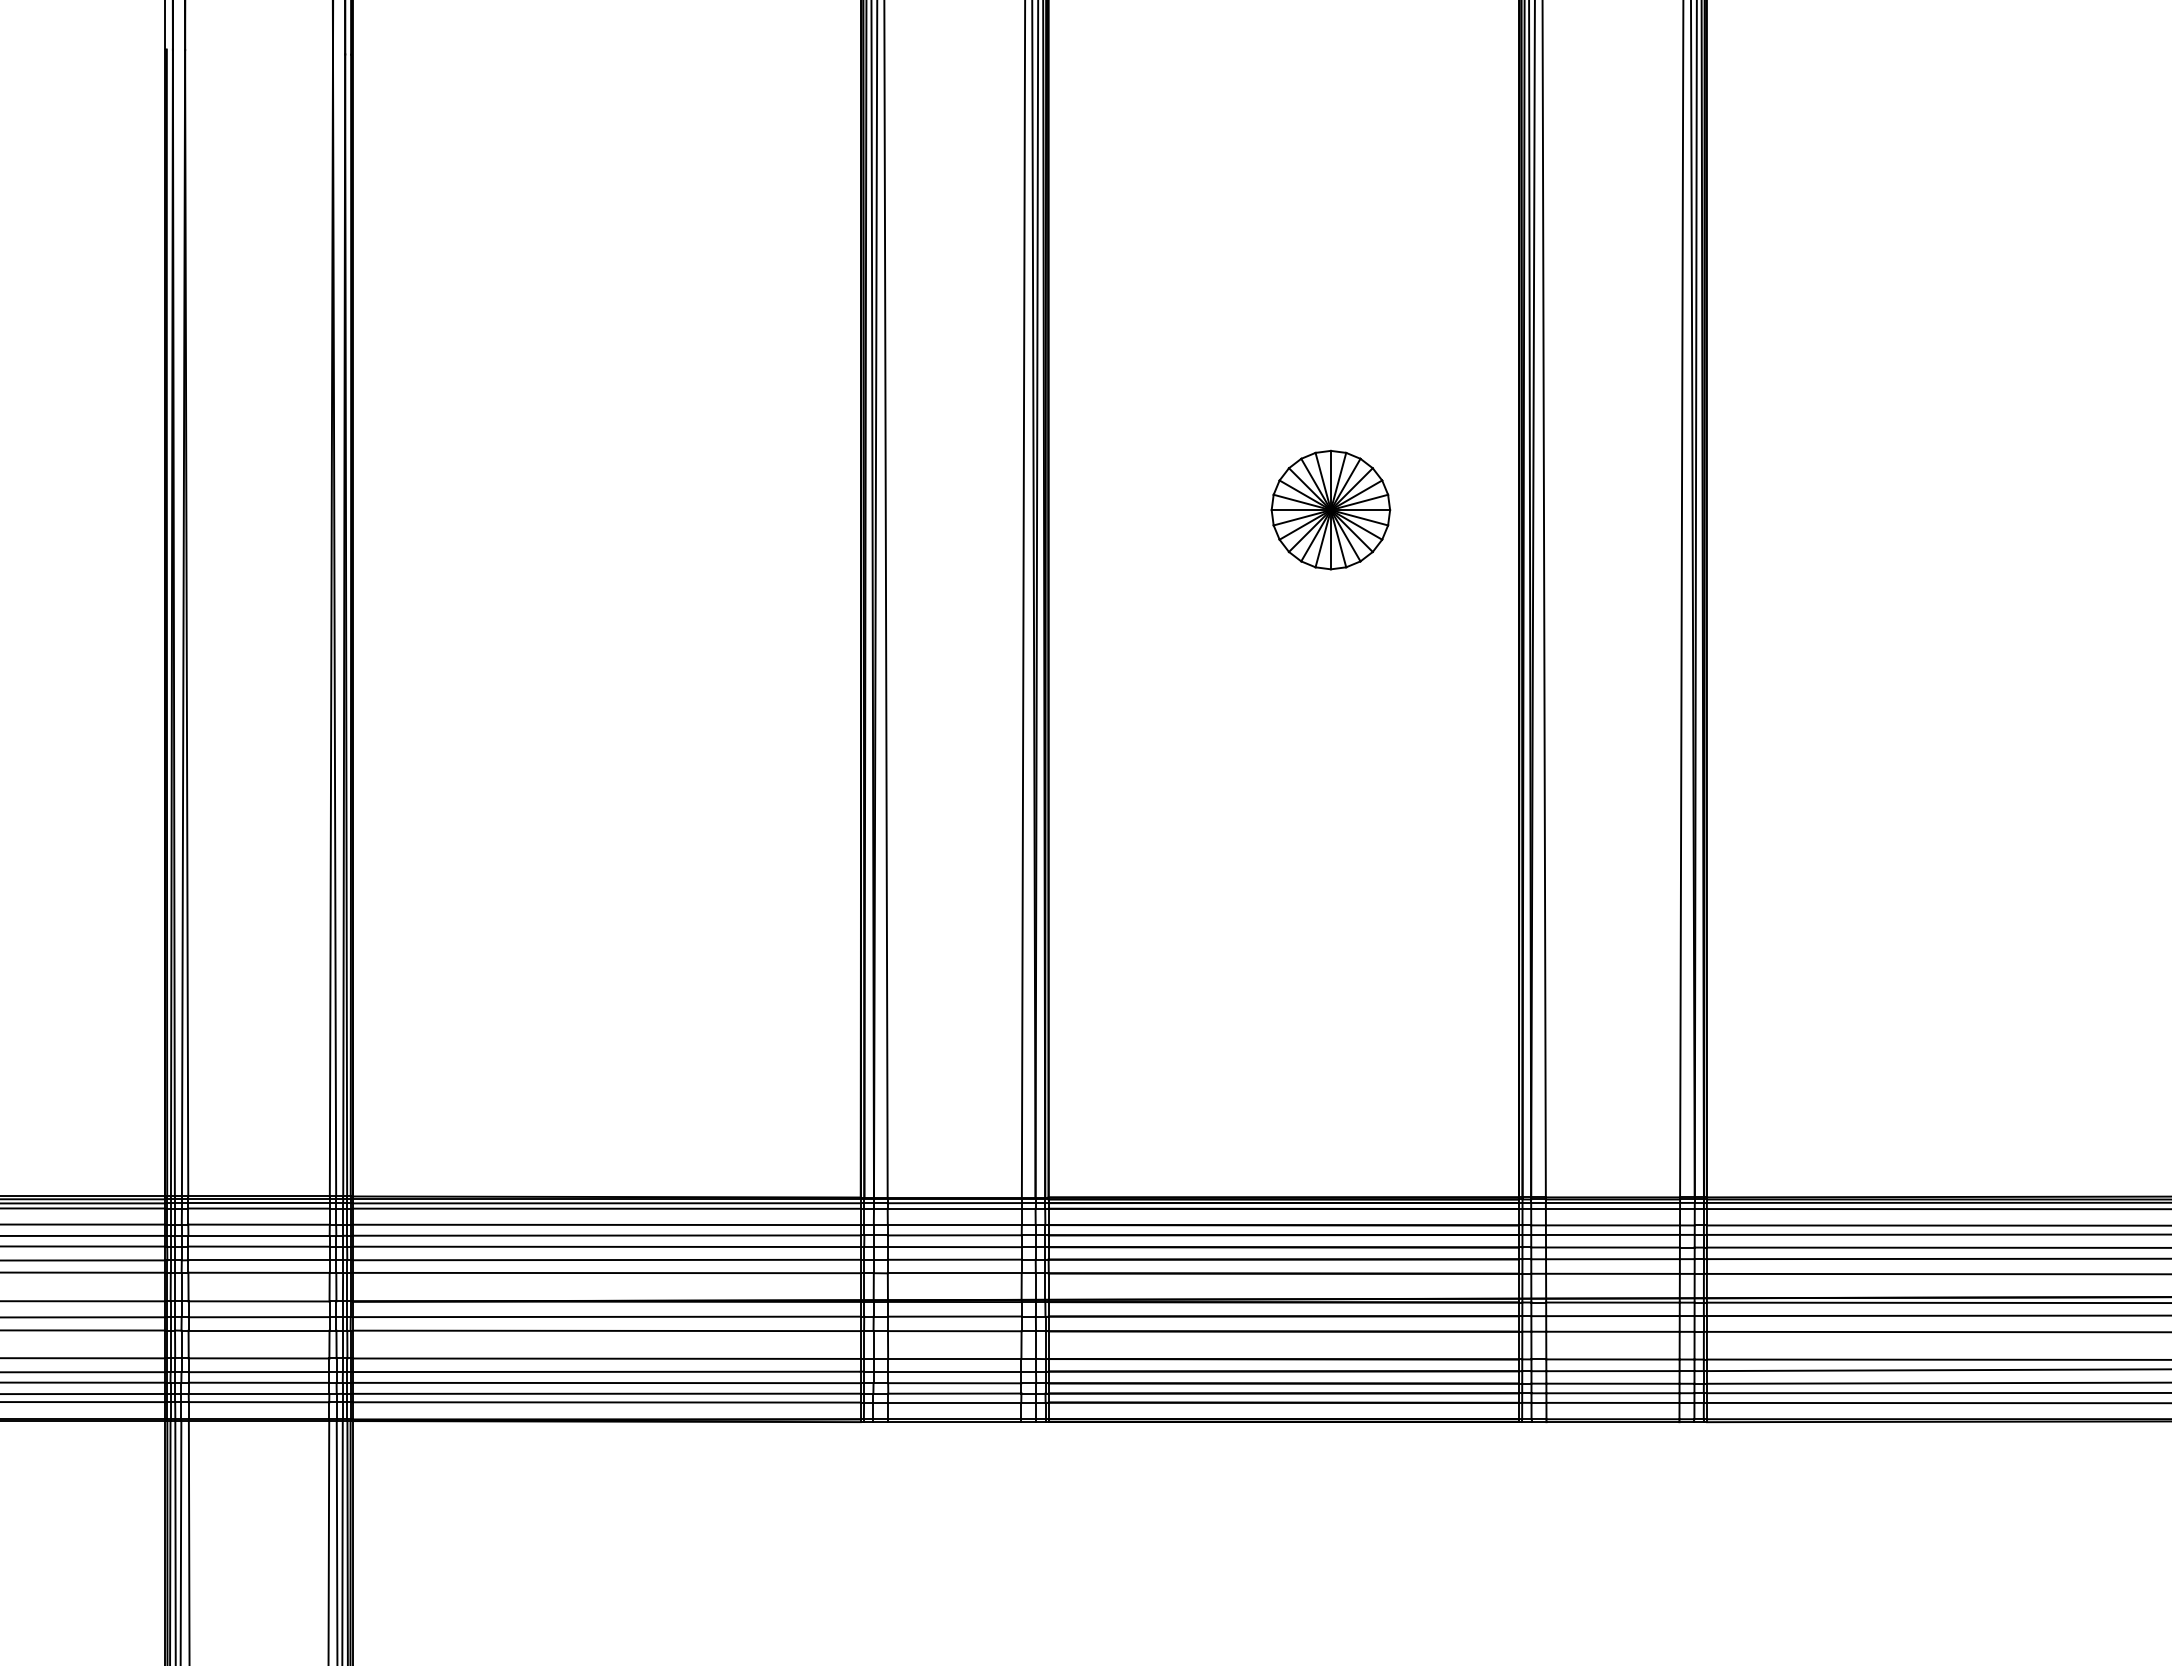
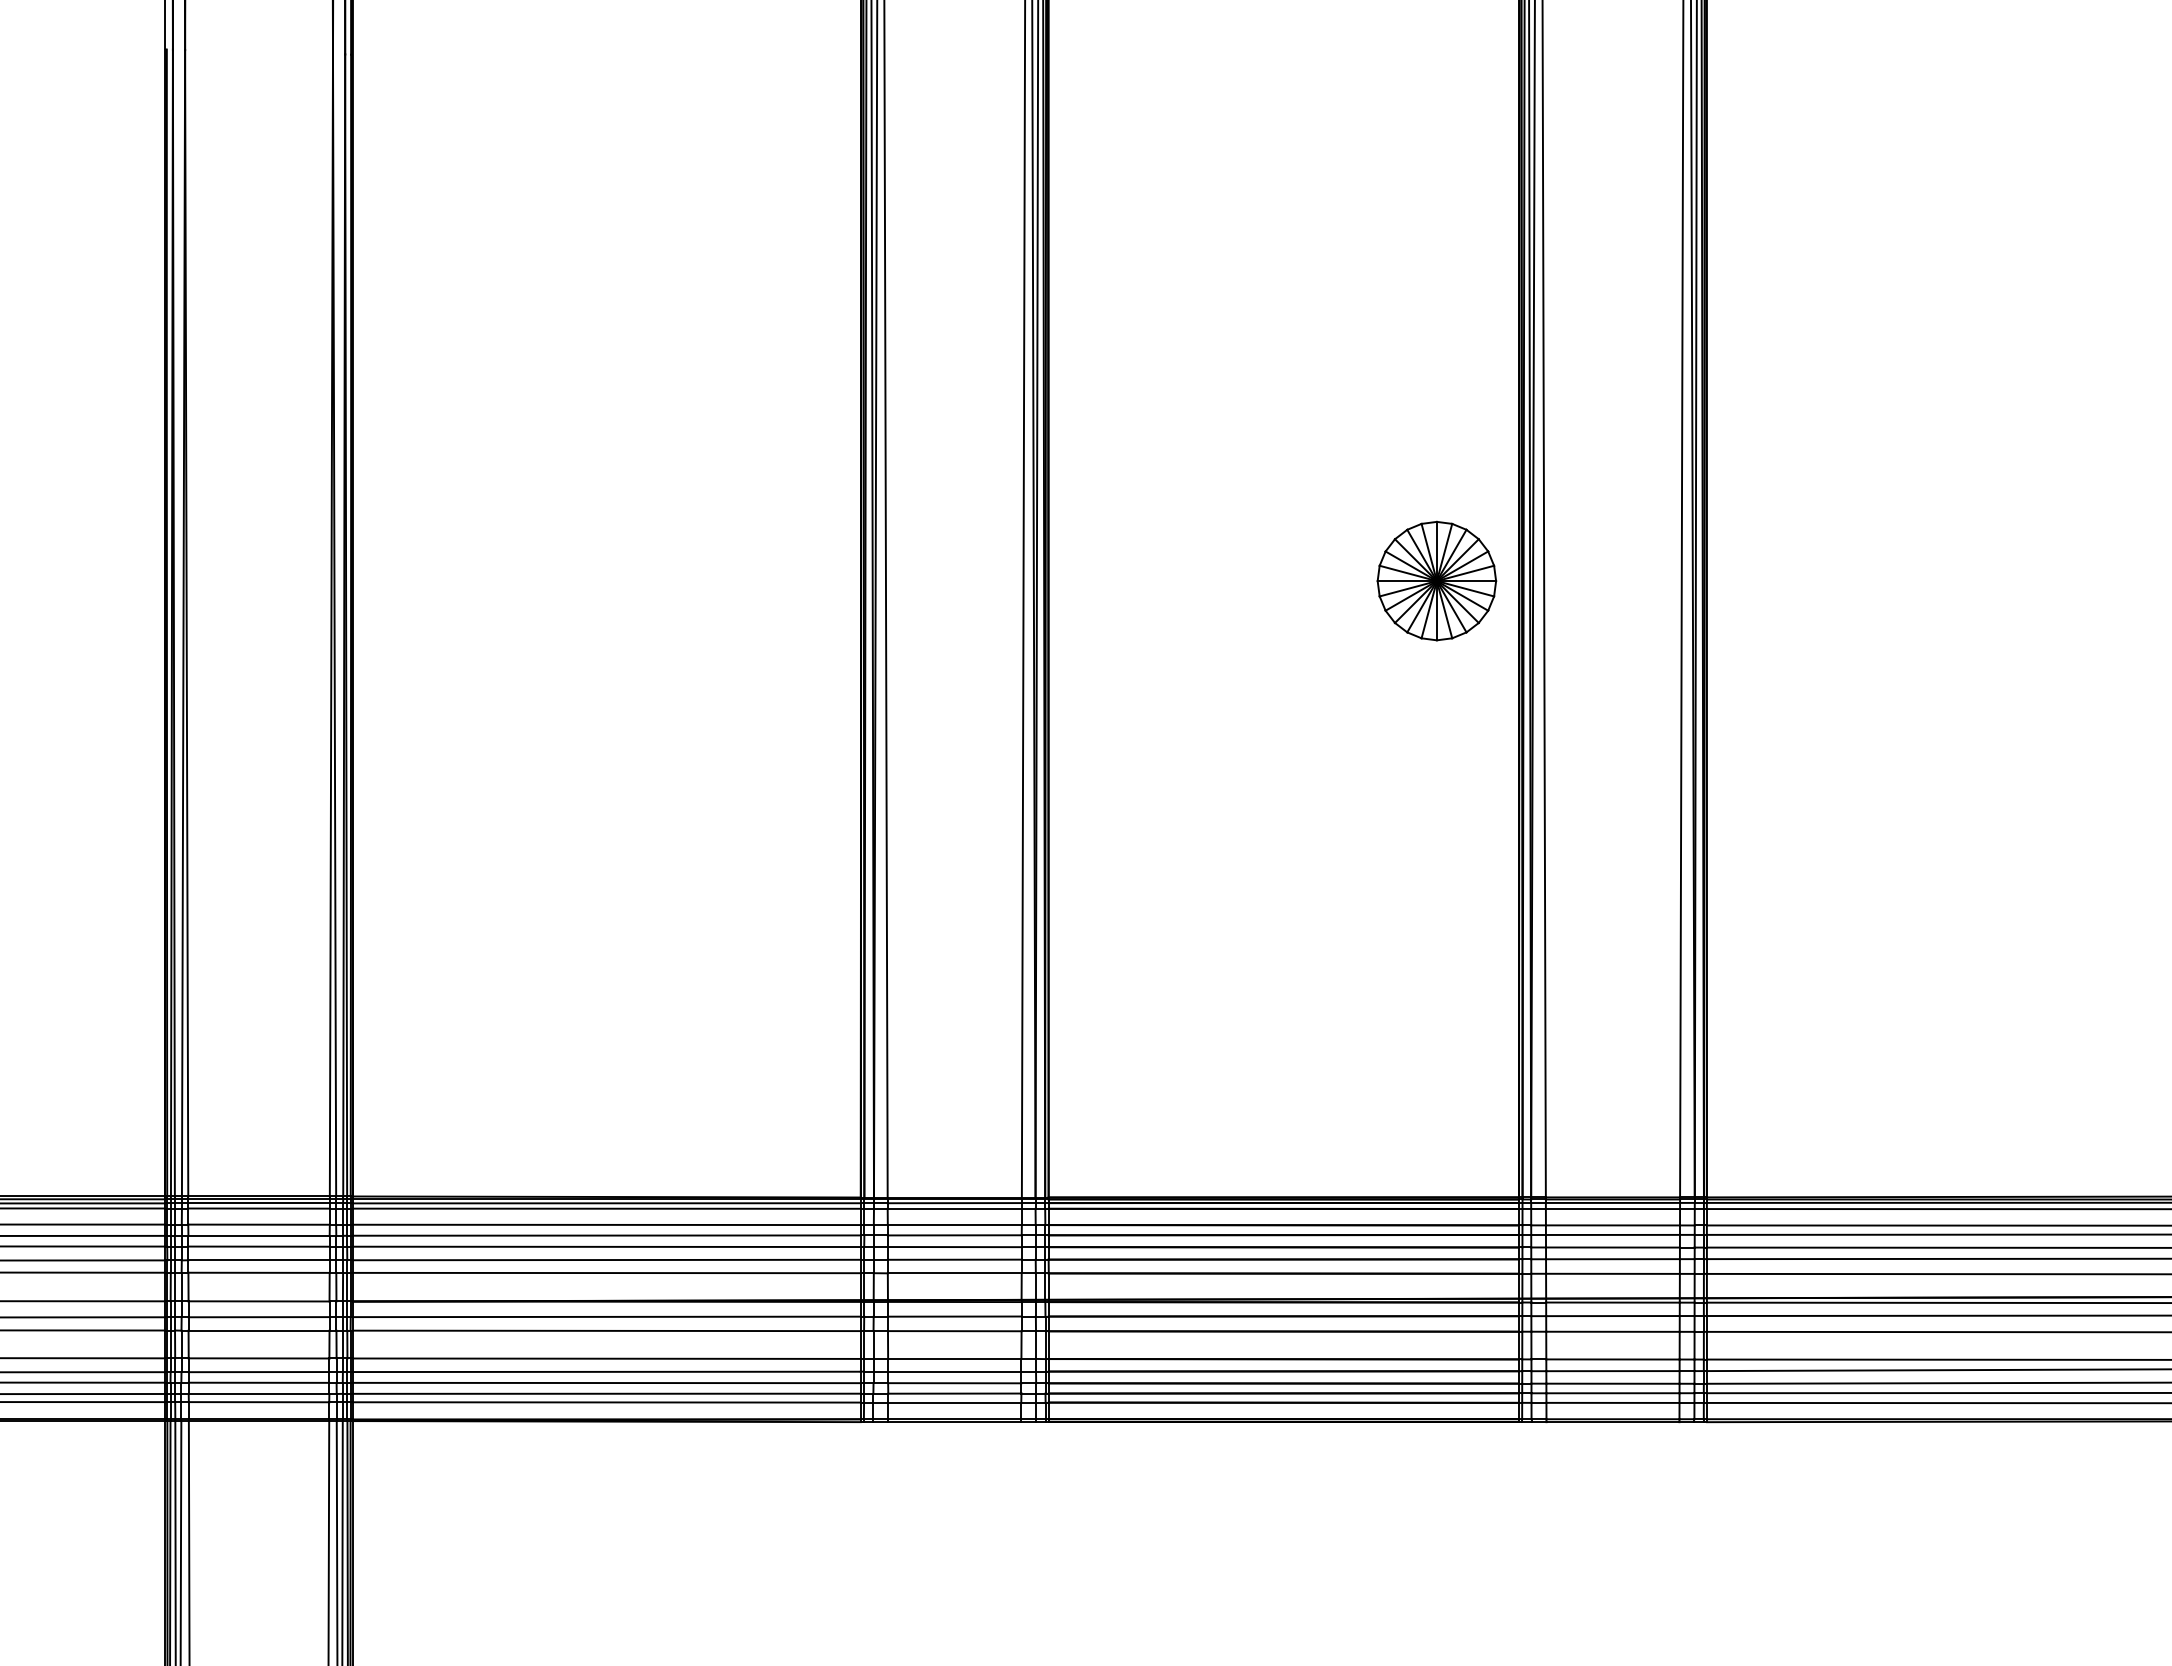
part at (1330, 509) position: (1330, 509) -> (1436, 580)
